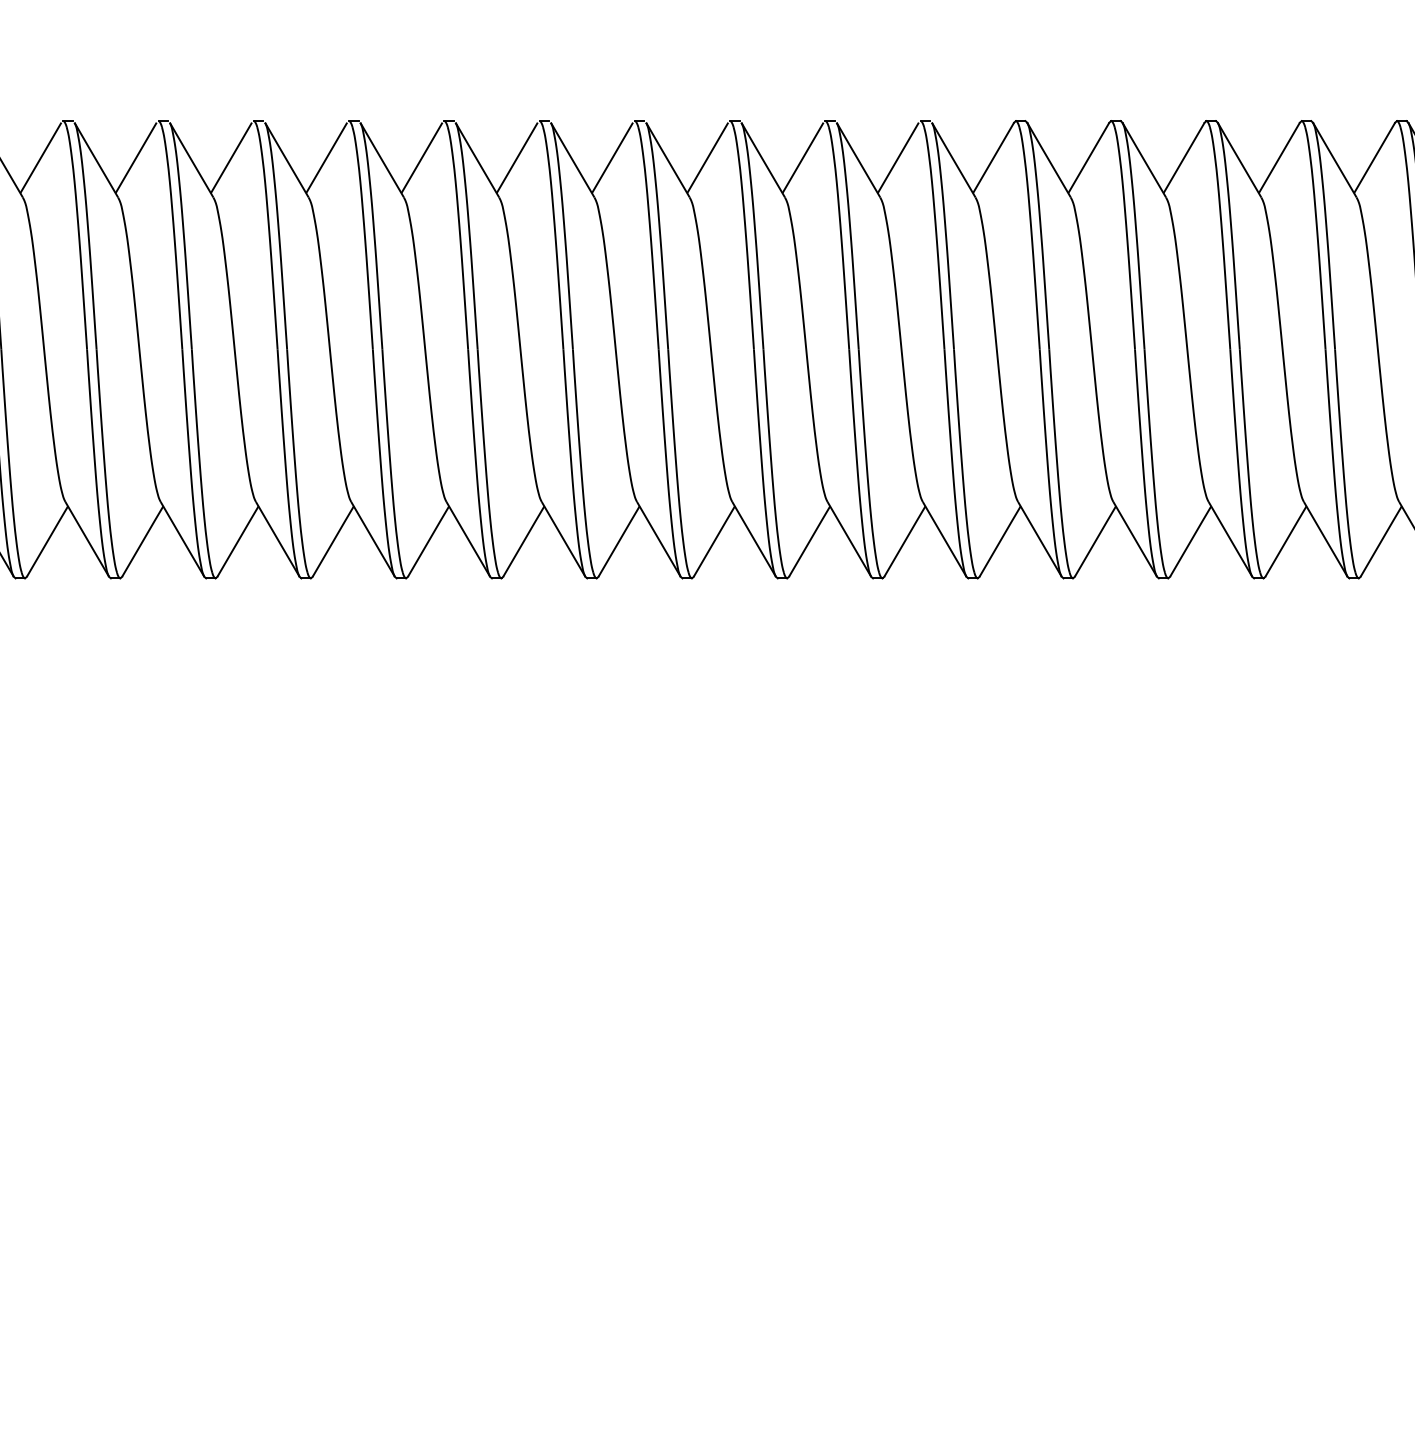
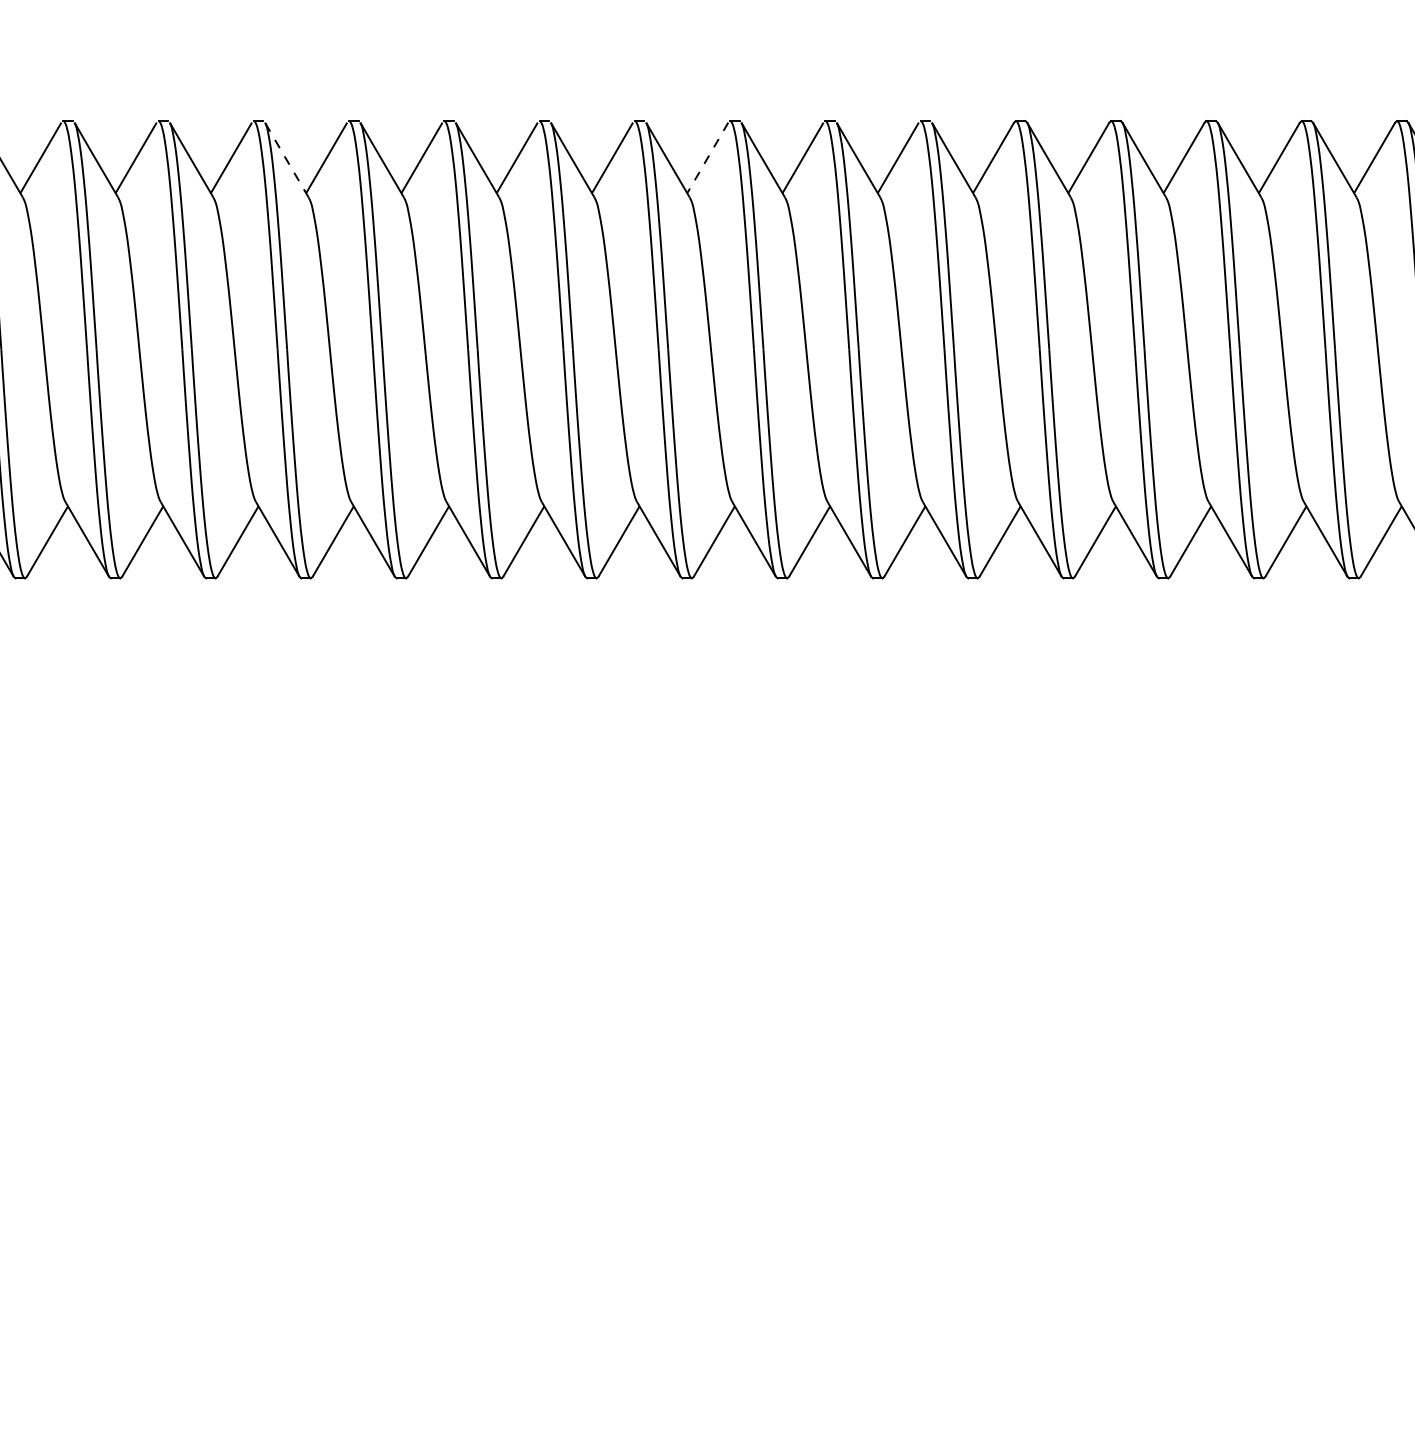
line at (707, 158): solid -> dashed
line at (286, 159): solid -> dashed
